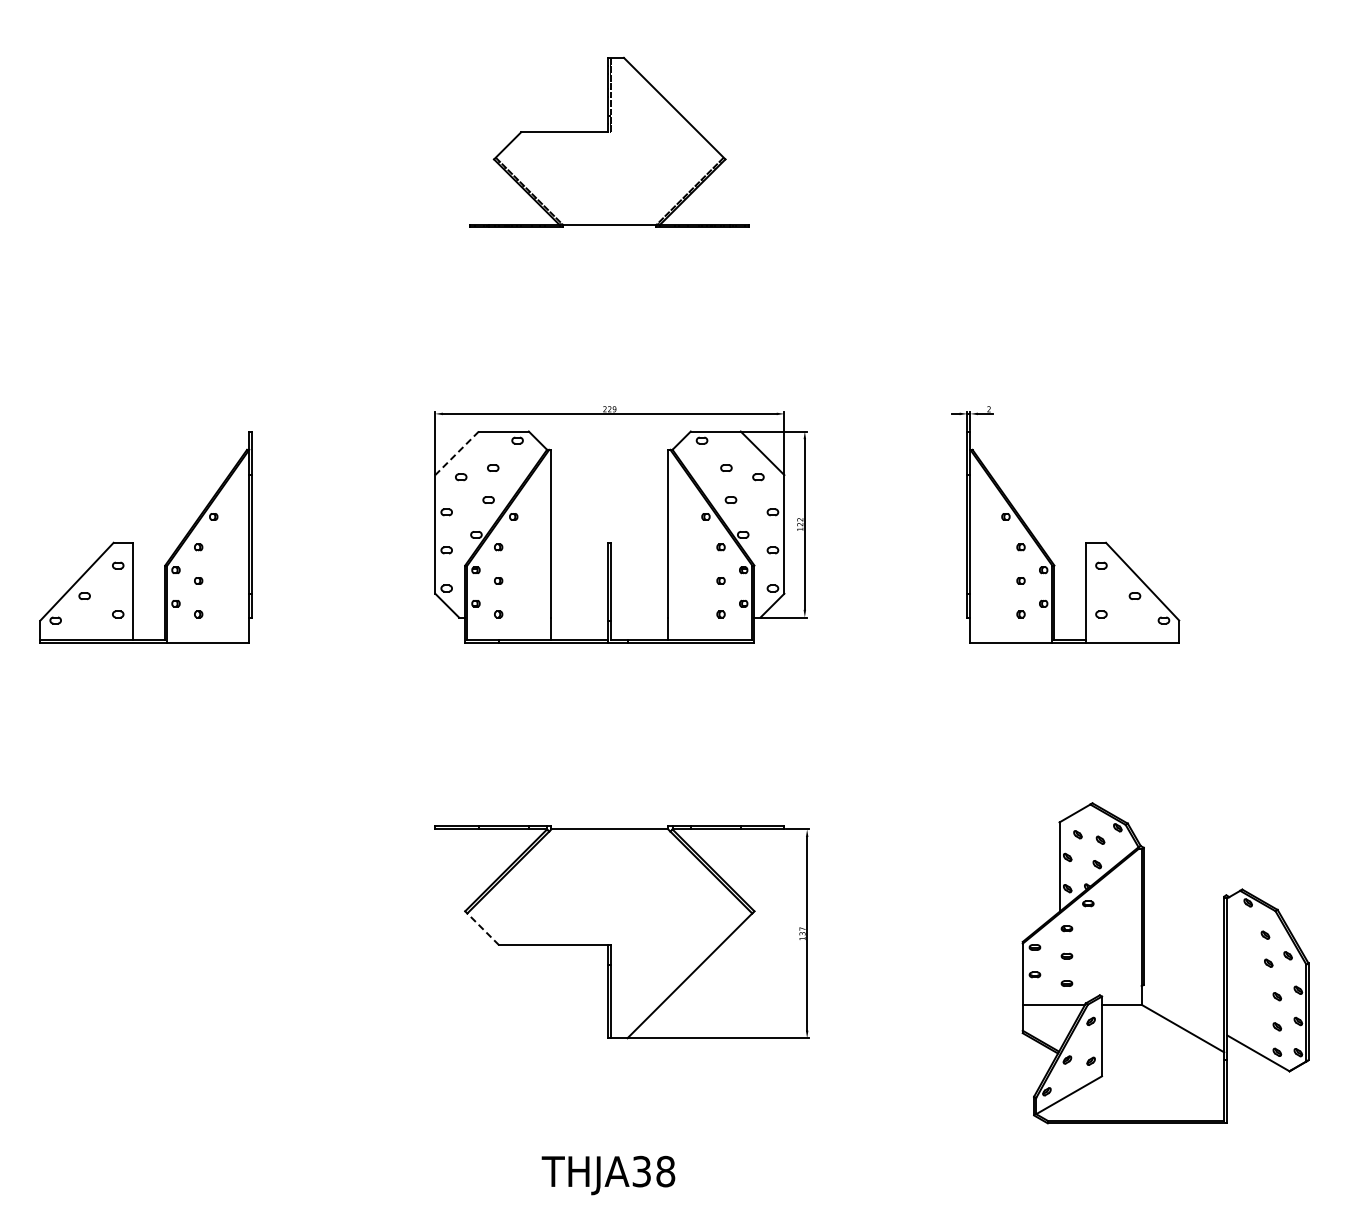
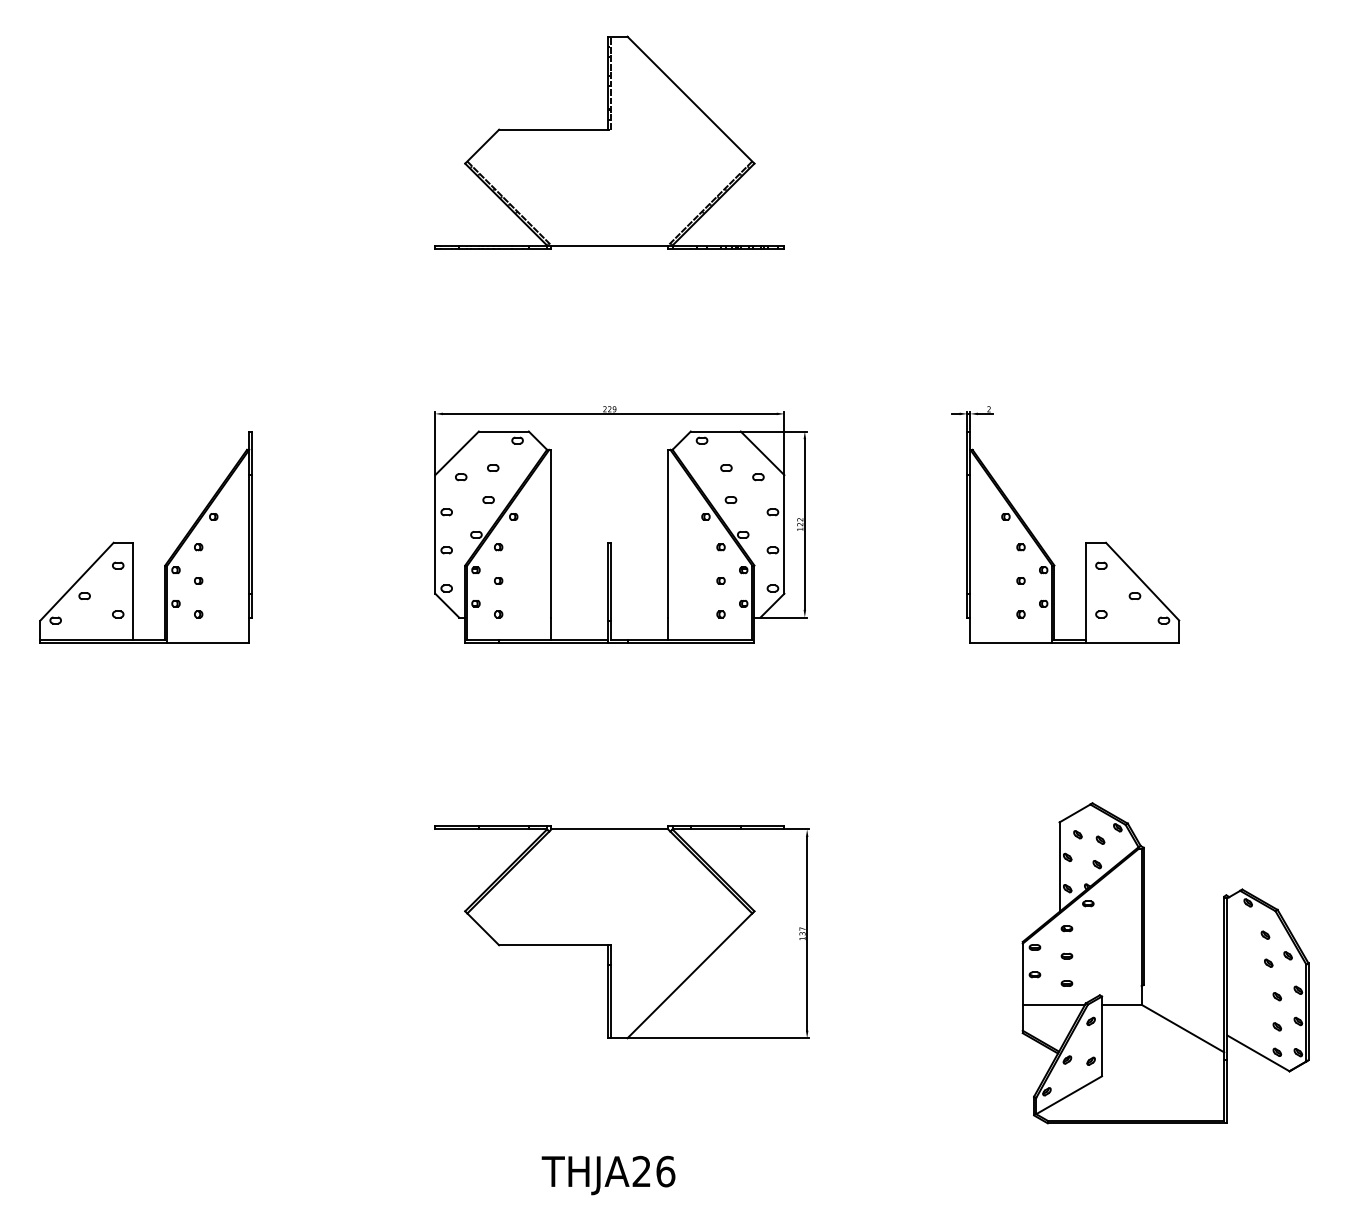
part at (609, 141) size: 281x172 px -> 351x215 px
line at (457, 453): dashed -> solid
line at (482, 929): dashed -> solid
text at (653, 1171): THJA38 -> THJA26
